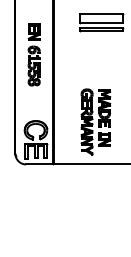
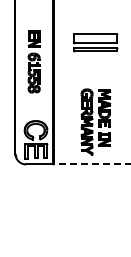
part at (101, 22) position: (101, 22) -> (95, 42)
part at (33, 54) position: (33, 54) -> (33, 61)
line at (92, 164): solid -> dashed
